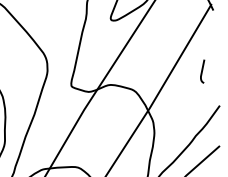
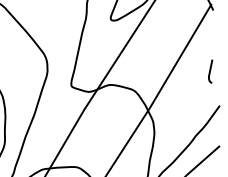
curve at (202, 71) position: (202, 71) -> (210, 71)
